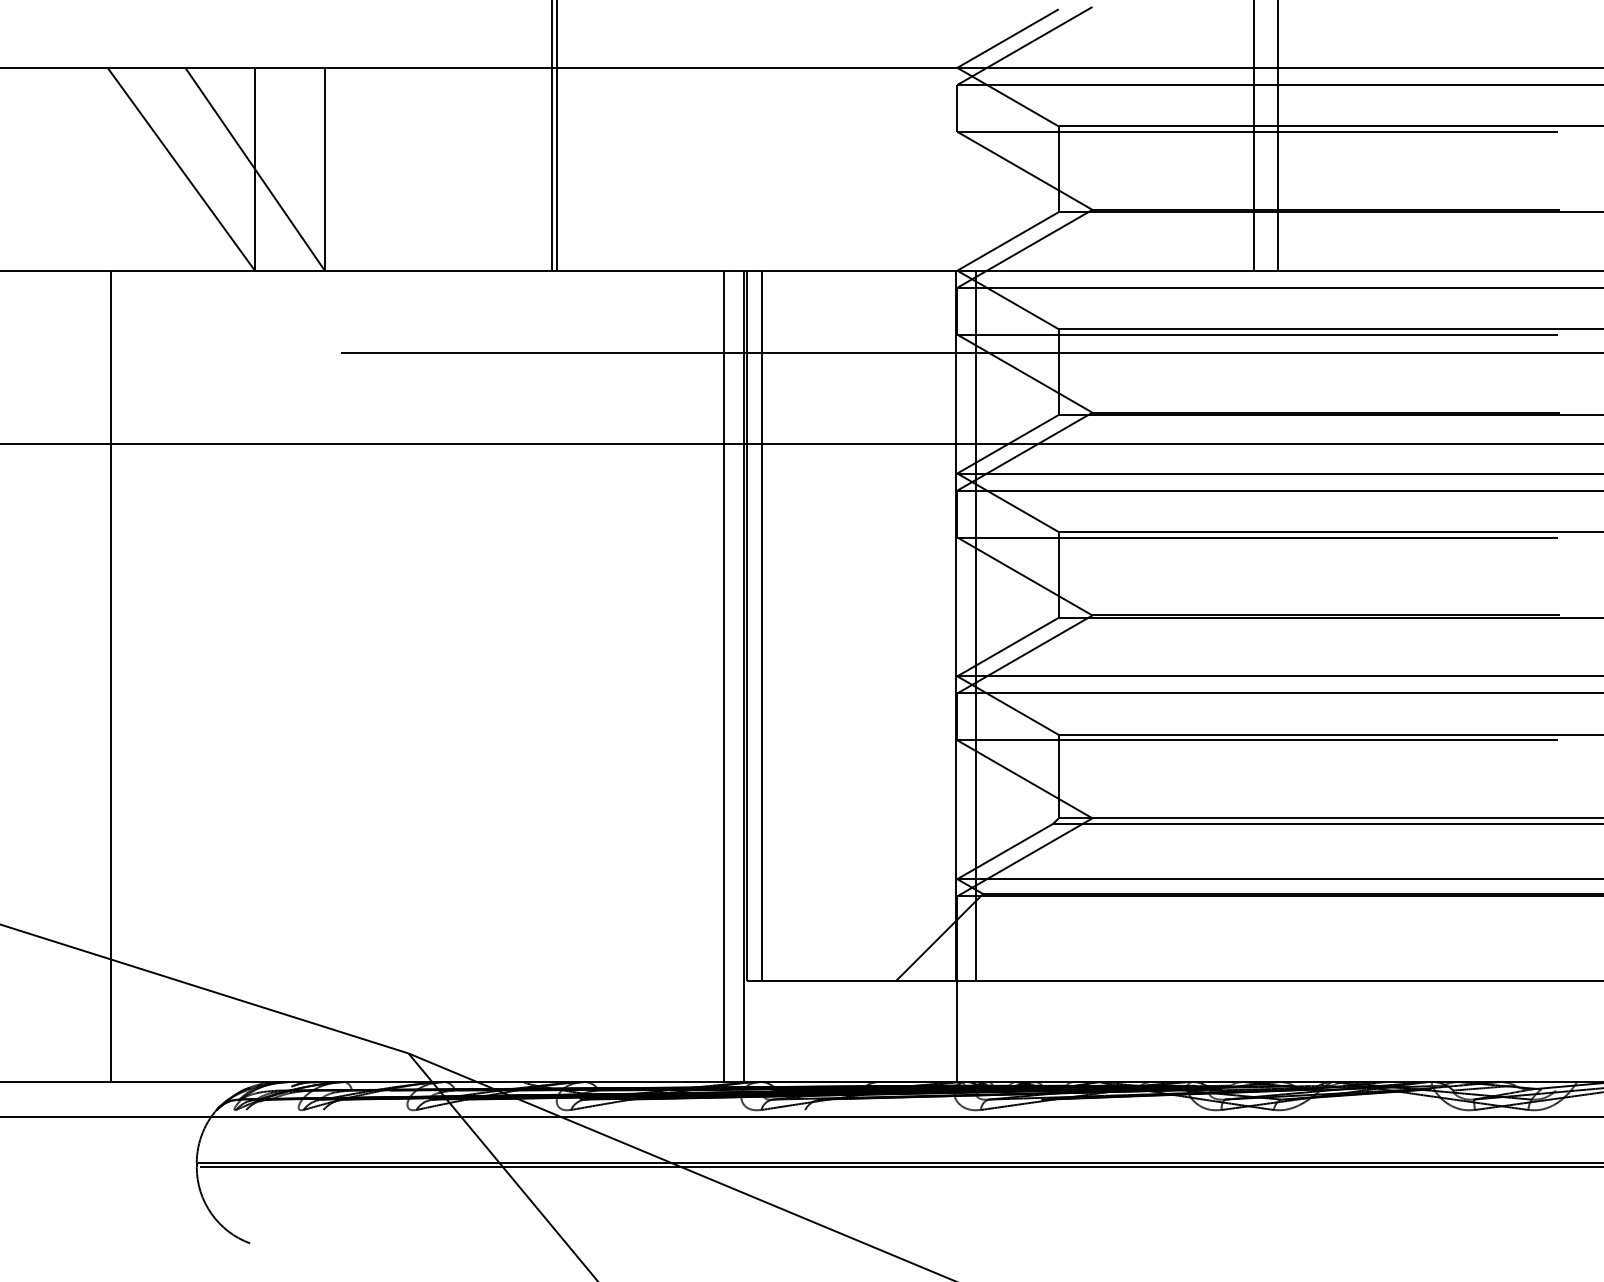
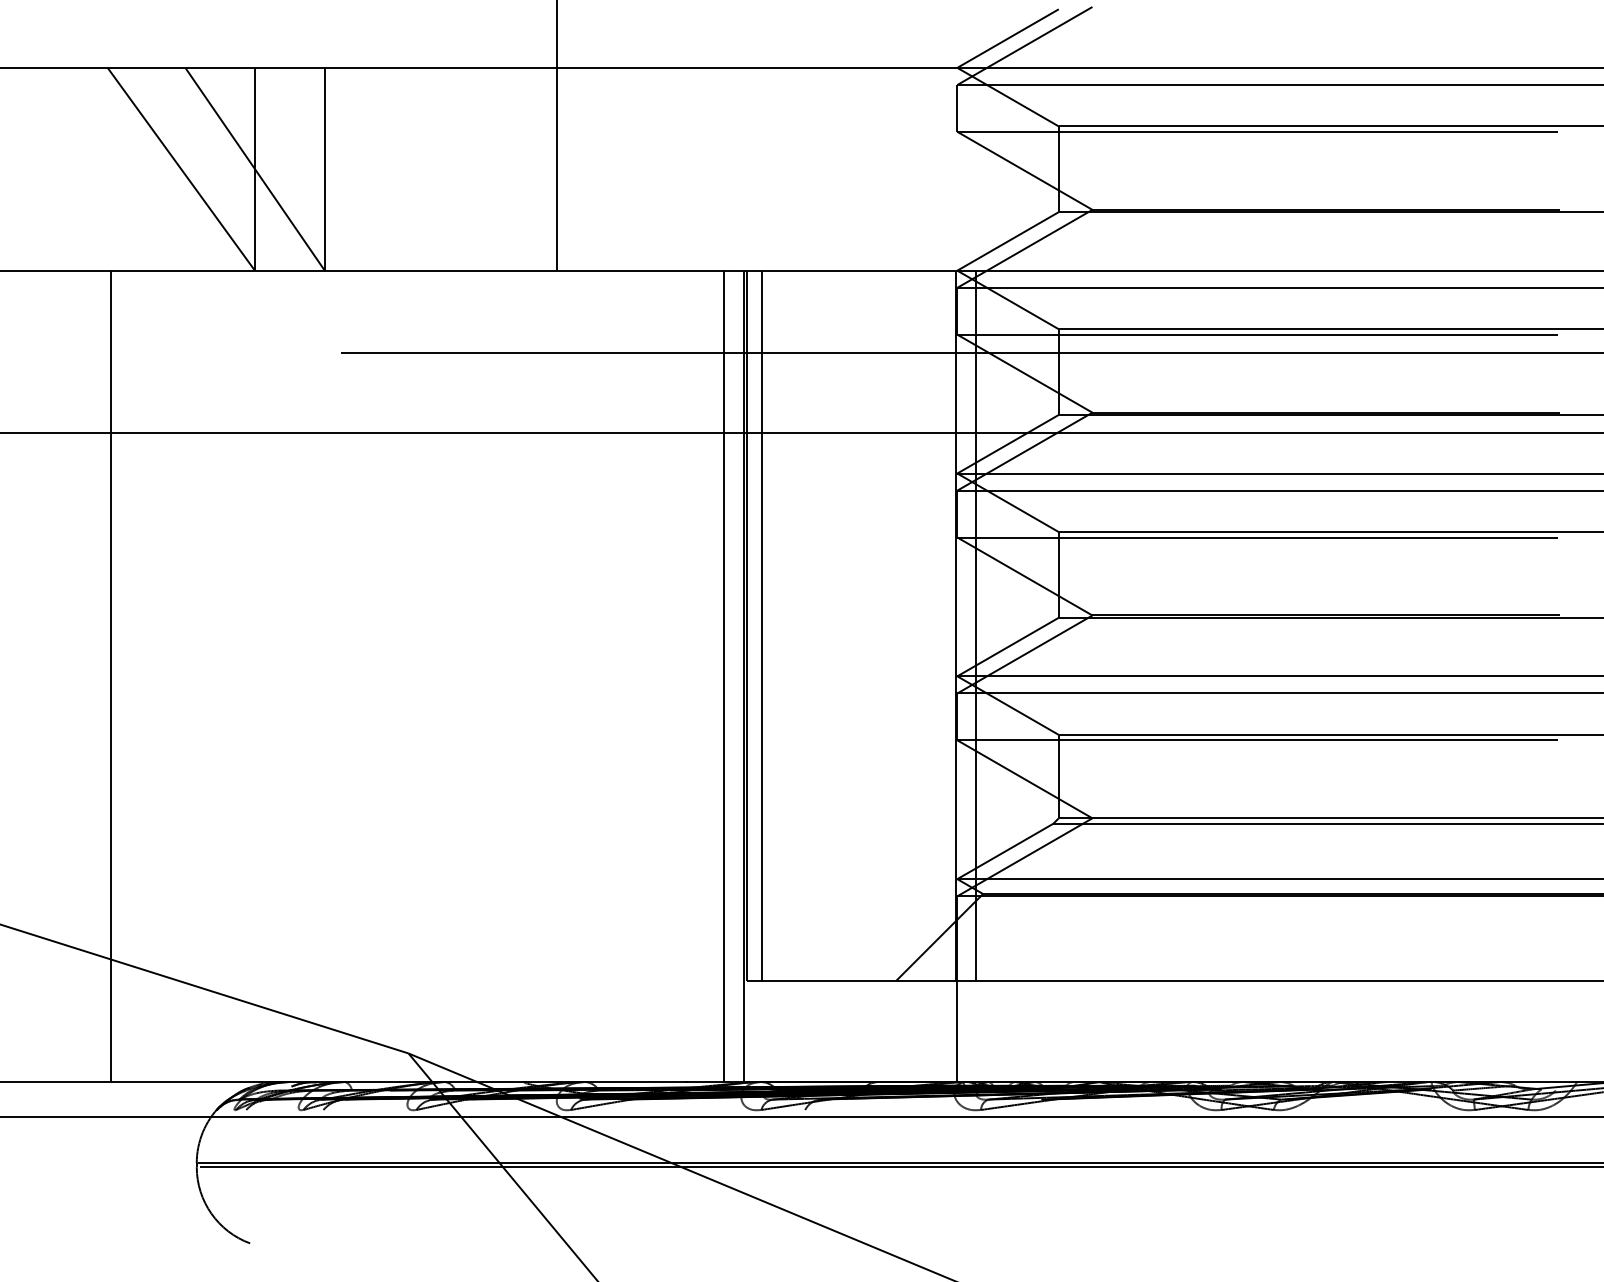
line at (551, 136): present -> none
line at (1253, 136): present -> none
line at (1277, 136): present -> none
line at (801, 444) position: (801, 444) -> (801, 433)
